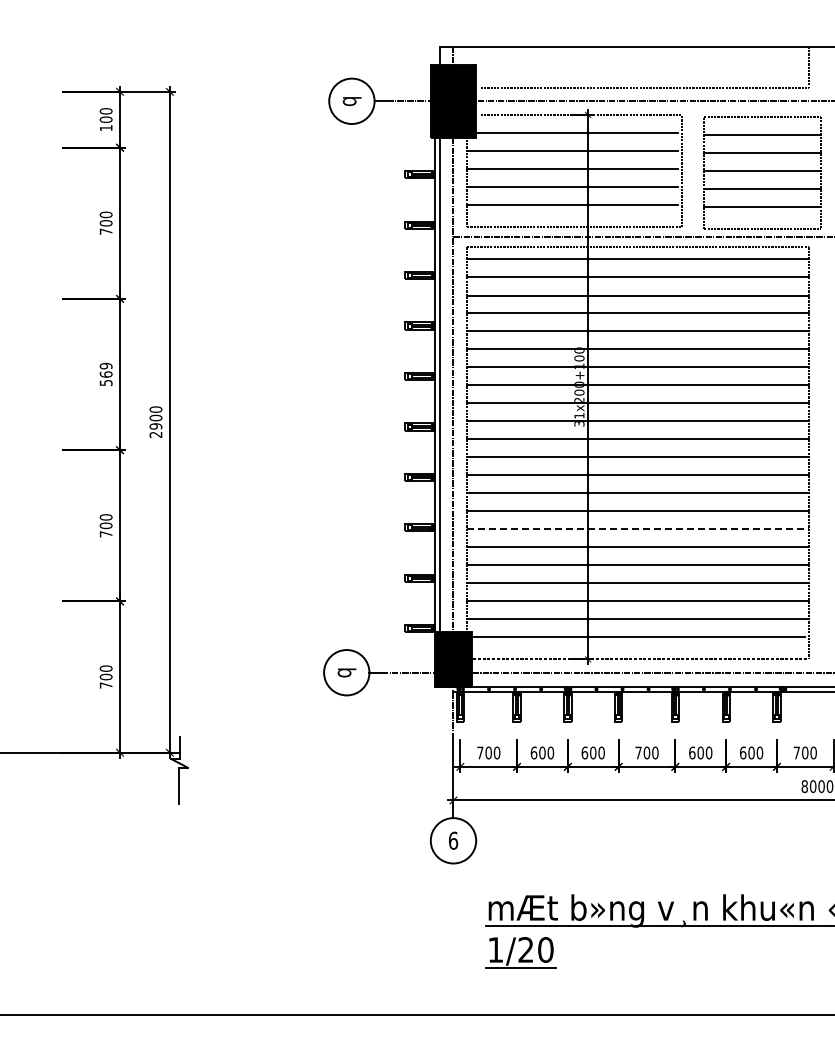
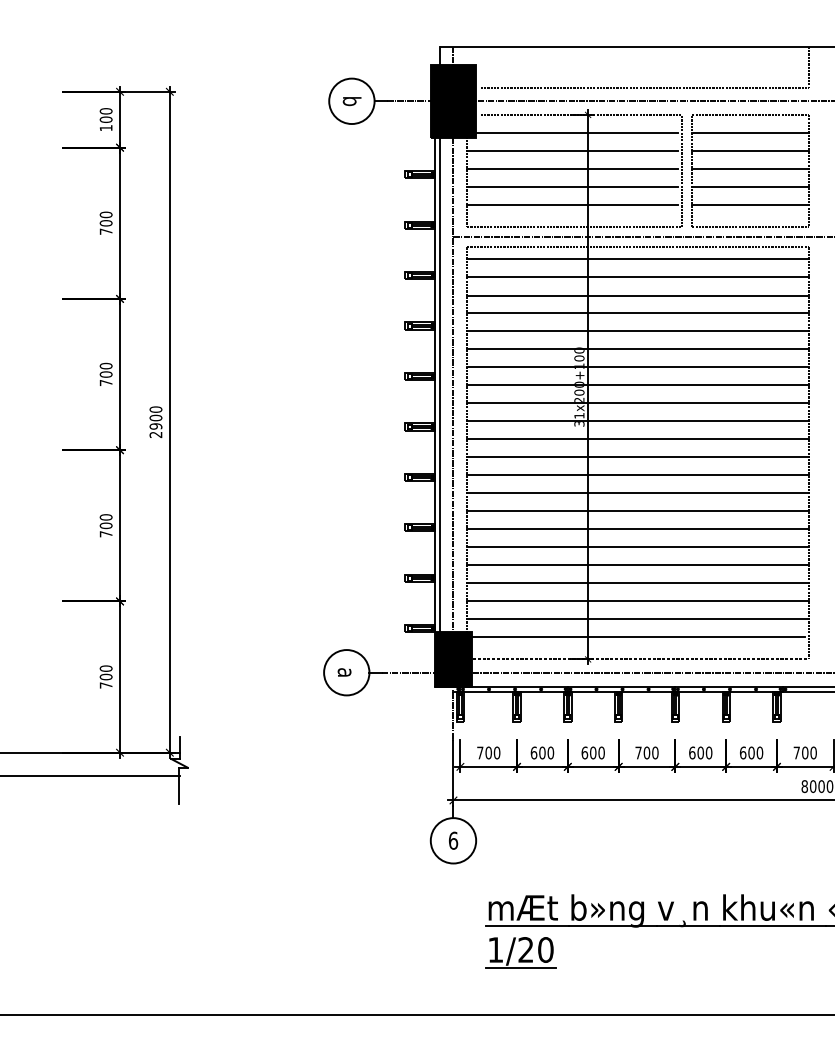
part at (762, 172) position: (762, 172) -> (750, 170)
text at (105, 374): 569 -> 700
line at (638, 528): dashed -> solid
text at (346, 672): b -> a
line at (90, 776): none -> present
